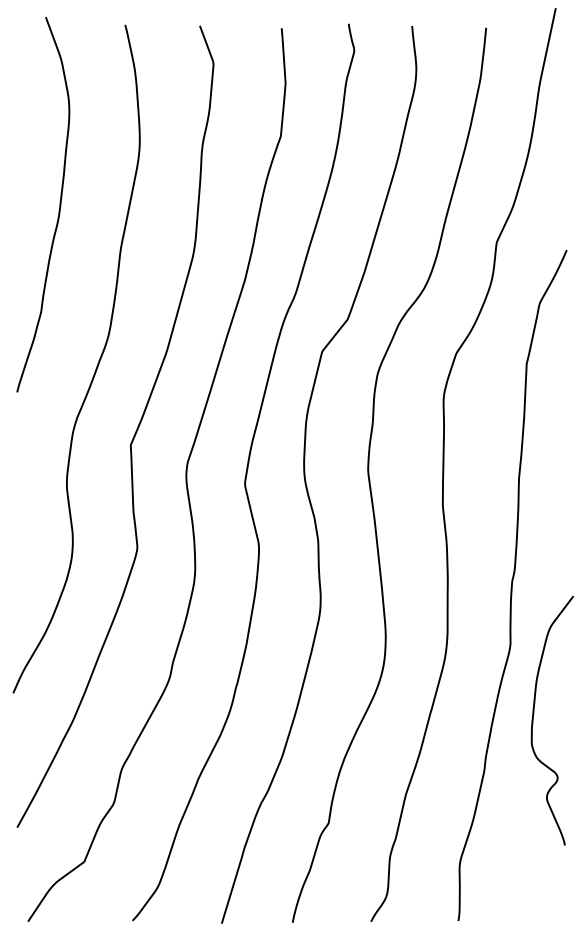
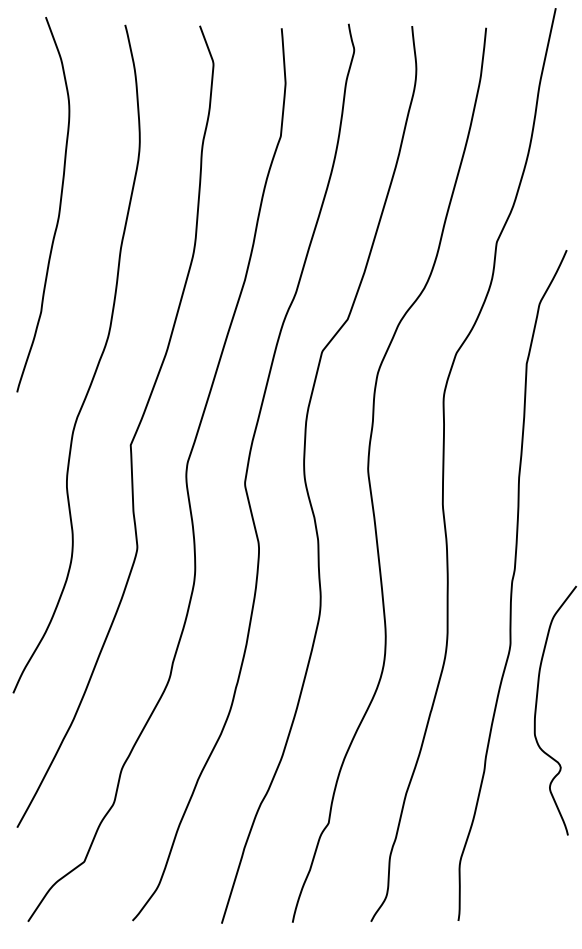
curve at (534, 714) position: (534, 714) -> (537, 704)
